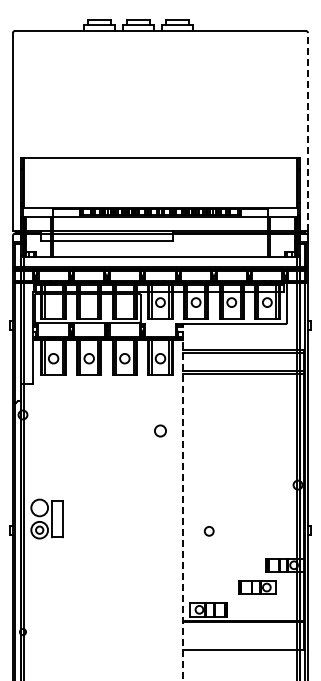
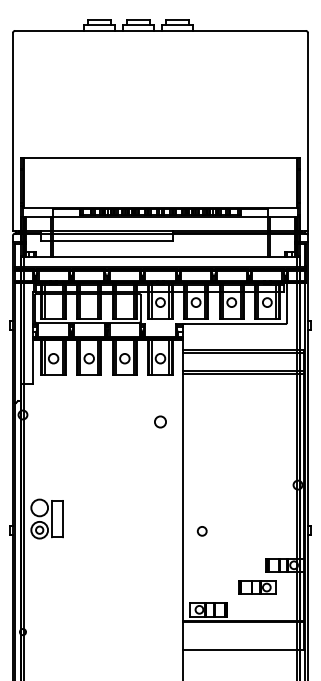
line at (308, 131): dashed -> solid
circle at (160, 430) position: (160, 430) -> (160, 421)
line at (183, 502): dashed -> solid
circle at (208, 531) position: (208, 531) -> (201, 531)
